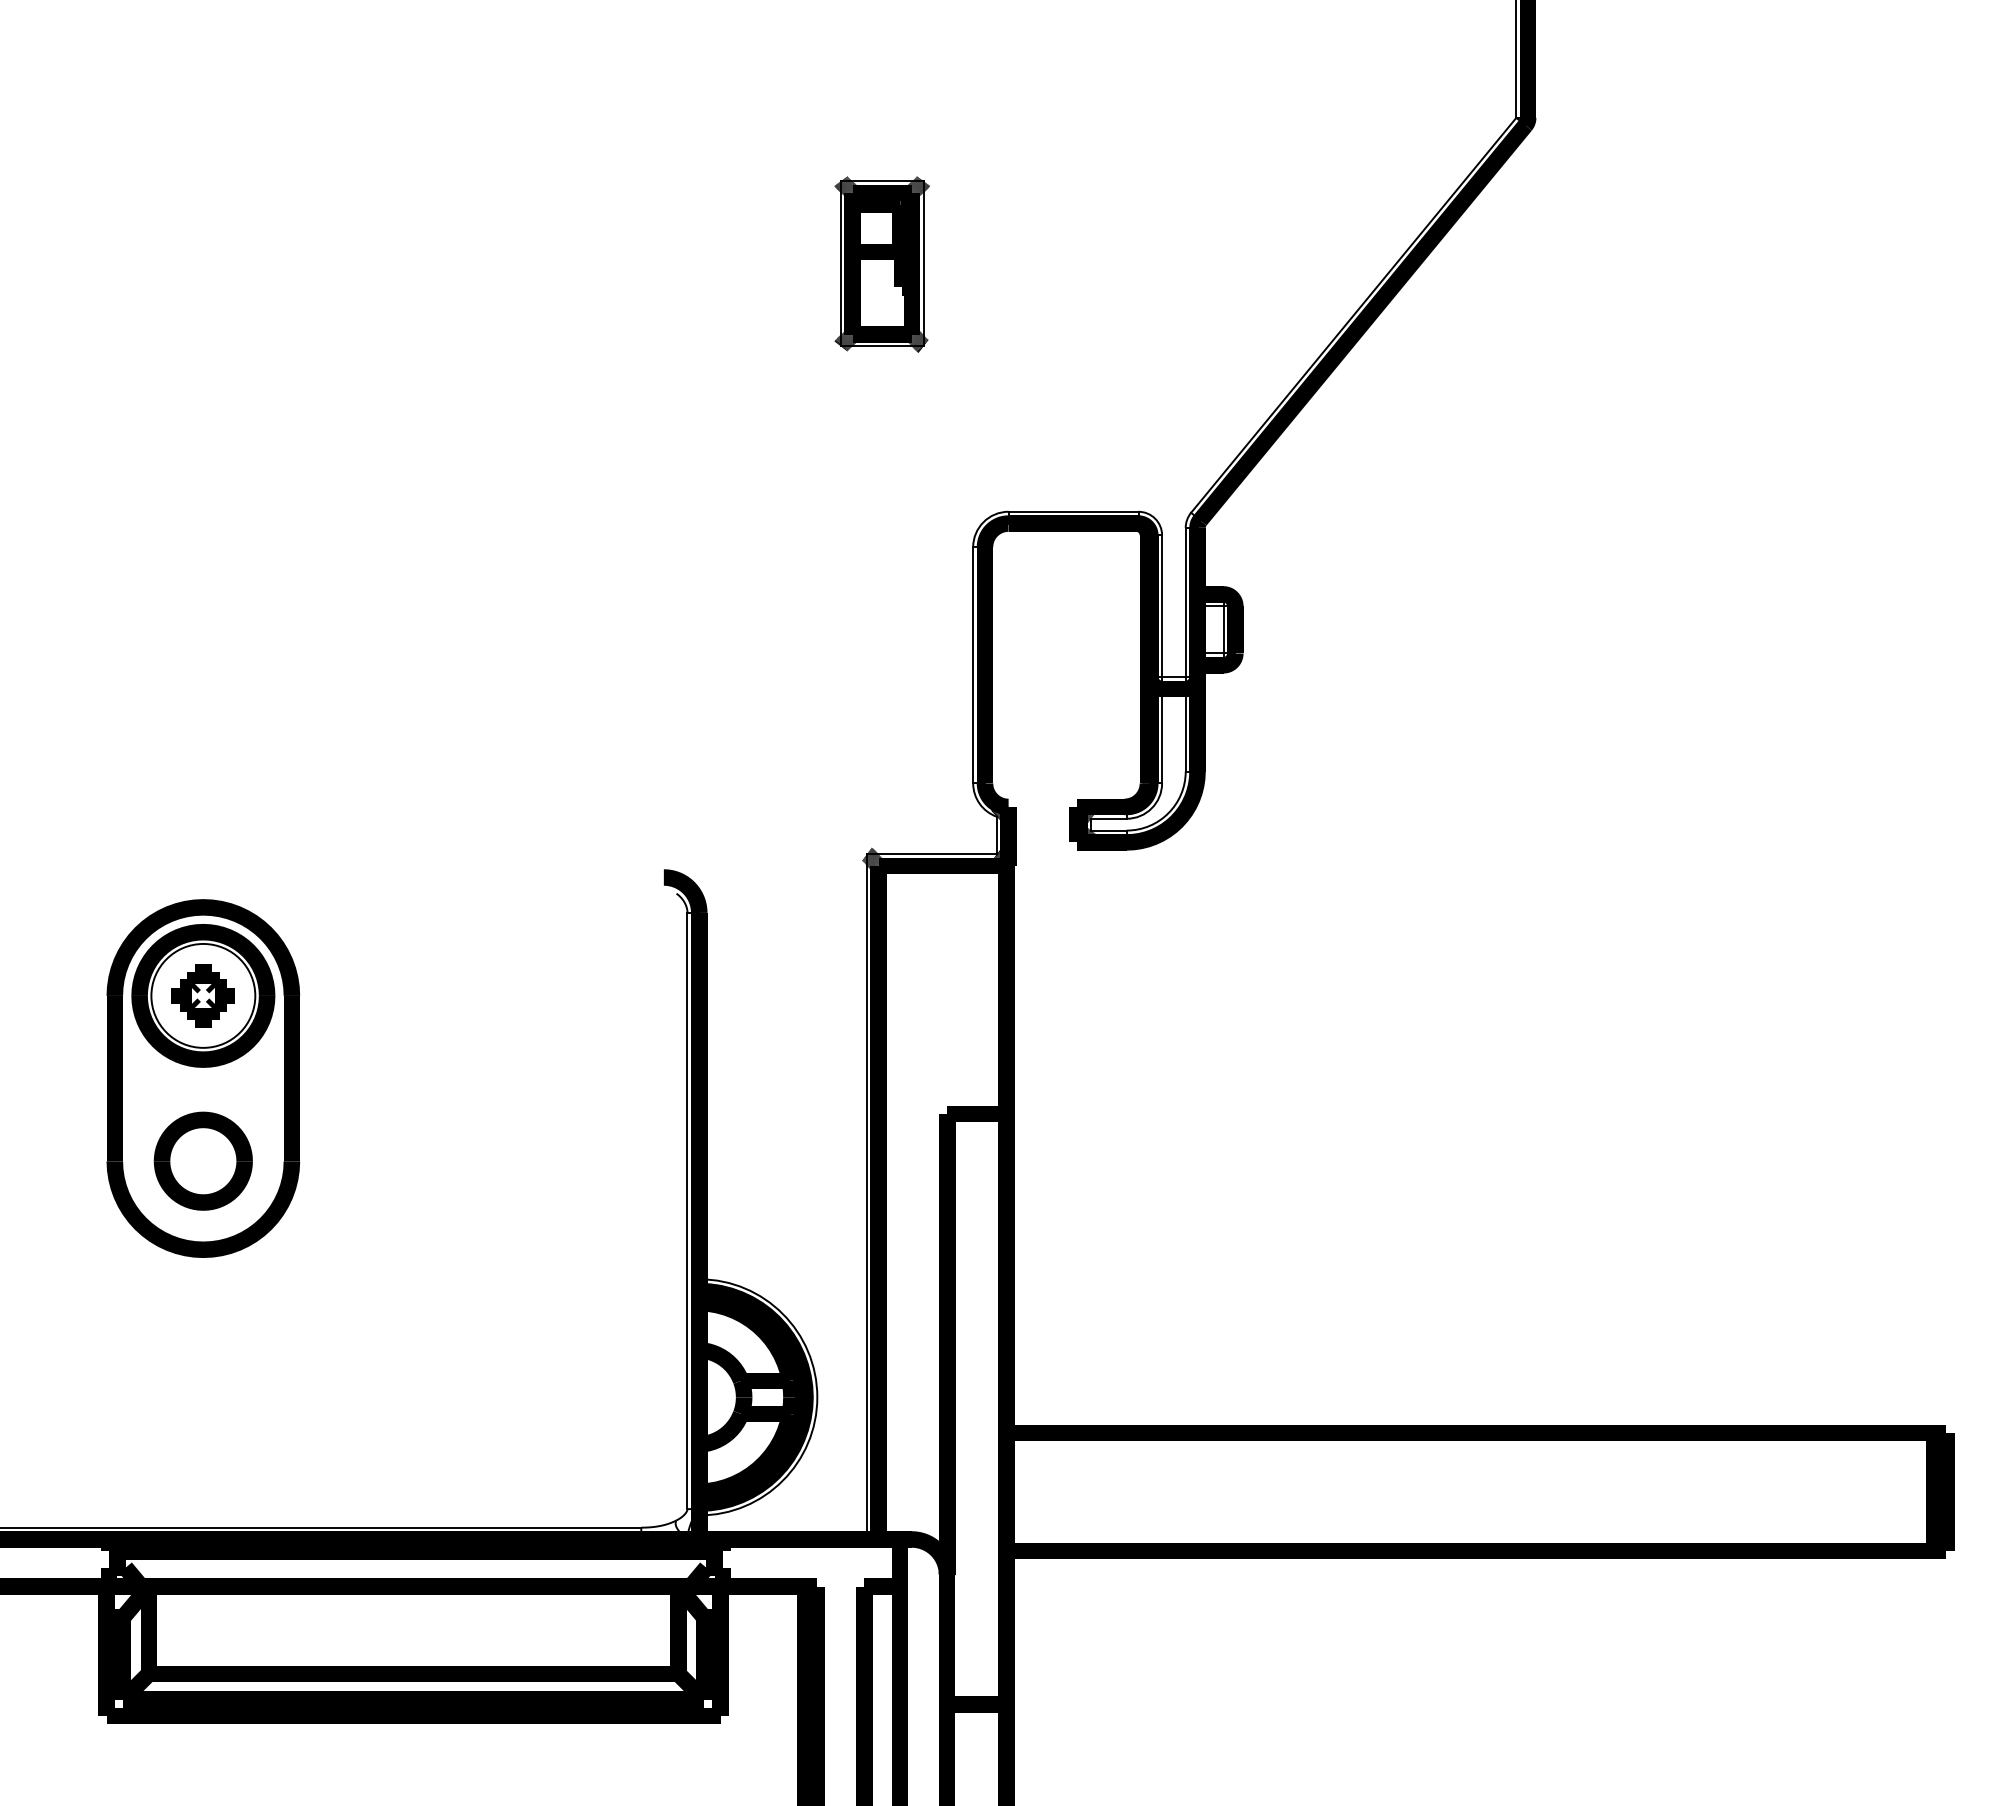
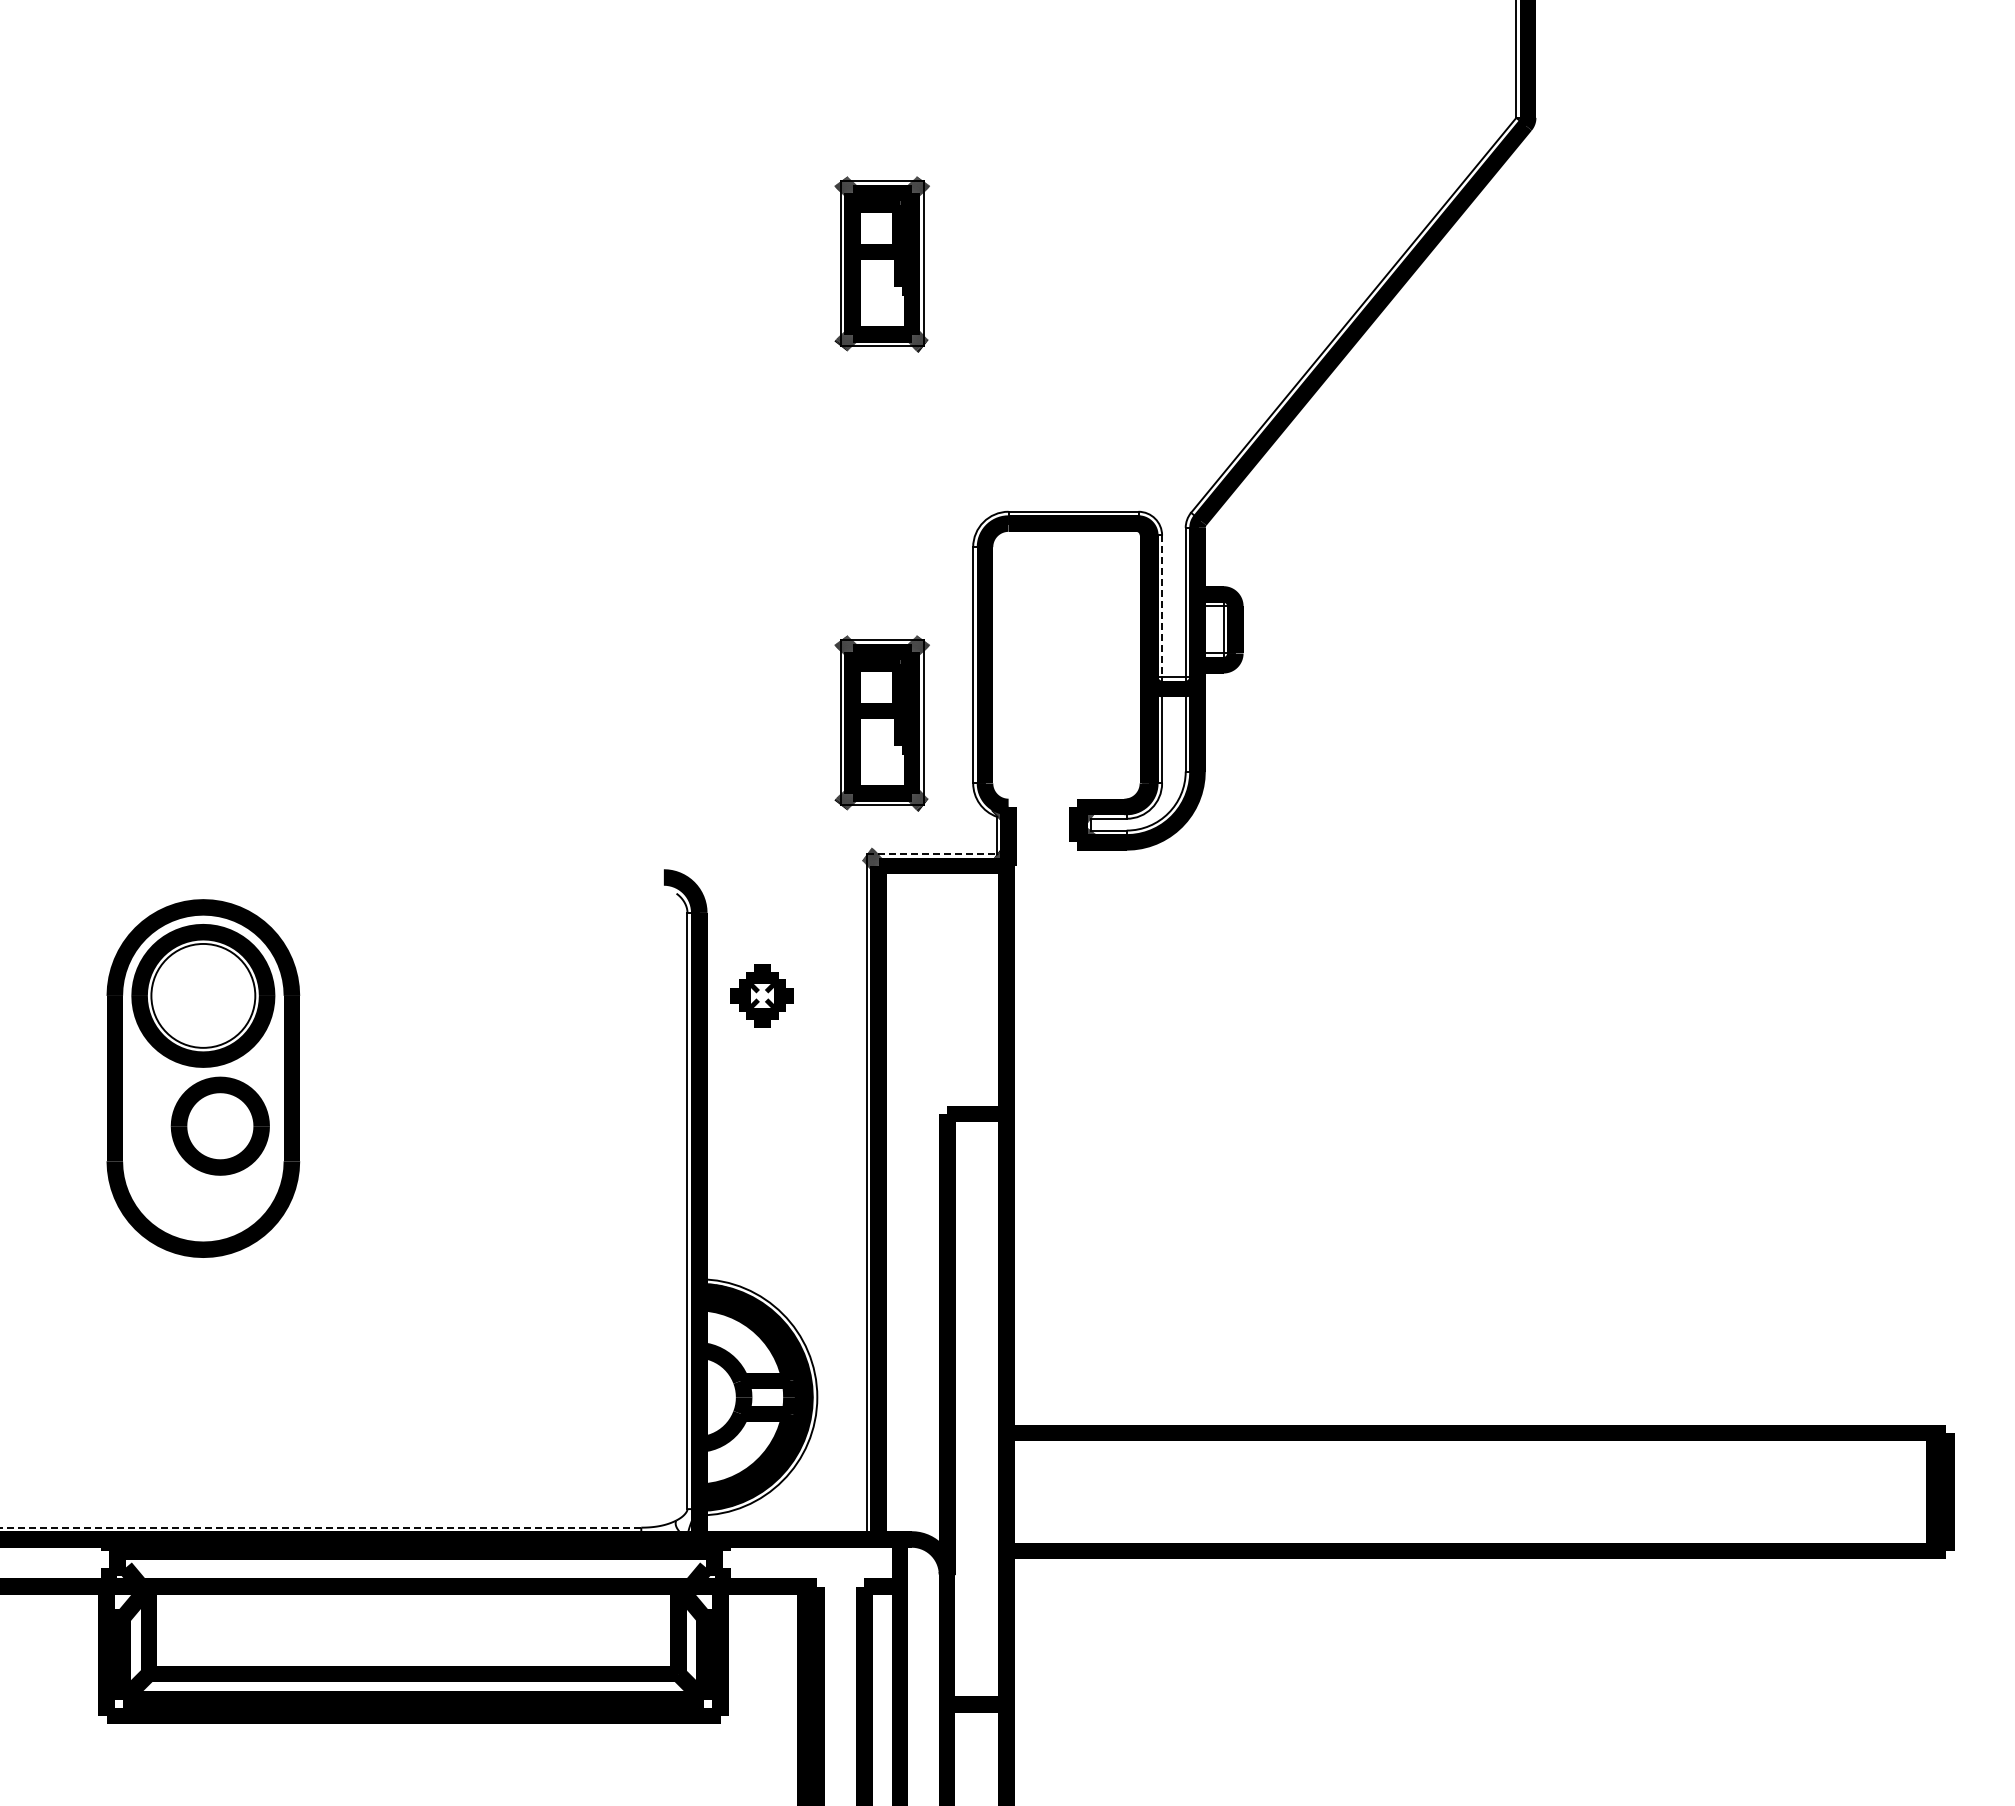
line at (1162, 606): solid -> dashed
part at (881, 723): none -> present
line at (931, 854): solid -> dashed
part at (202, 995) position: (202, 995) -> (761, 995)
part at (202, 1160) position: (202, 1160) -> (219, 1125)
line at (321, 1527): solid -> dashed
